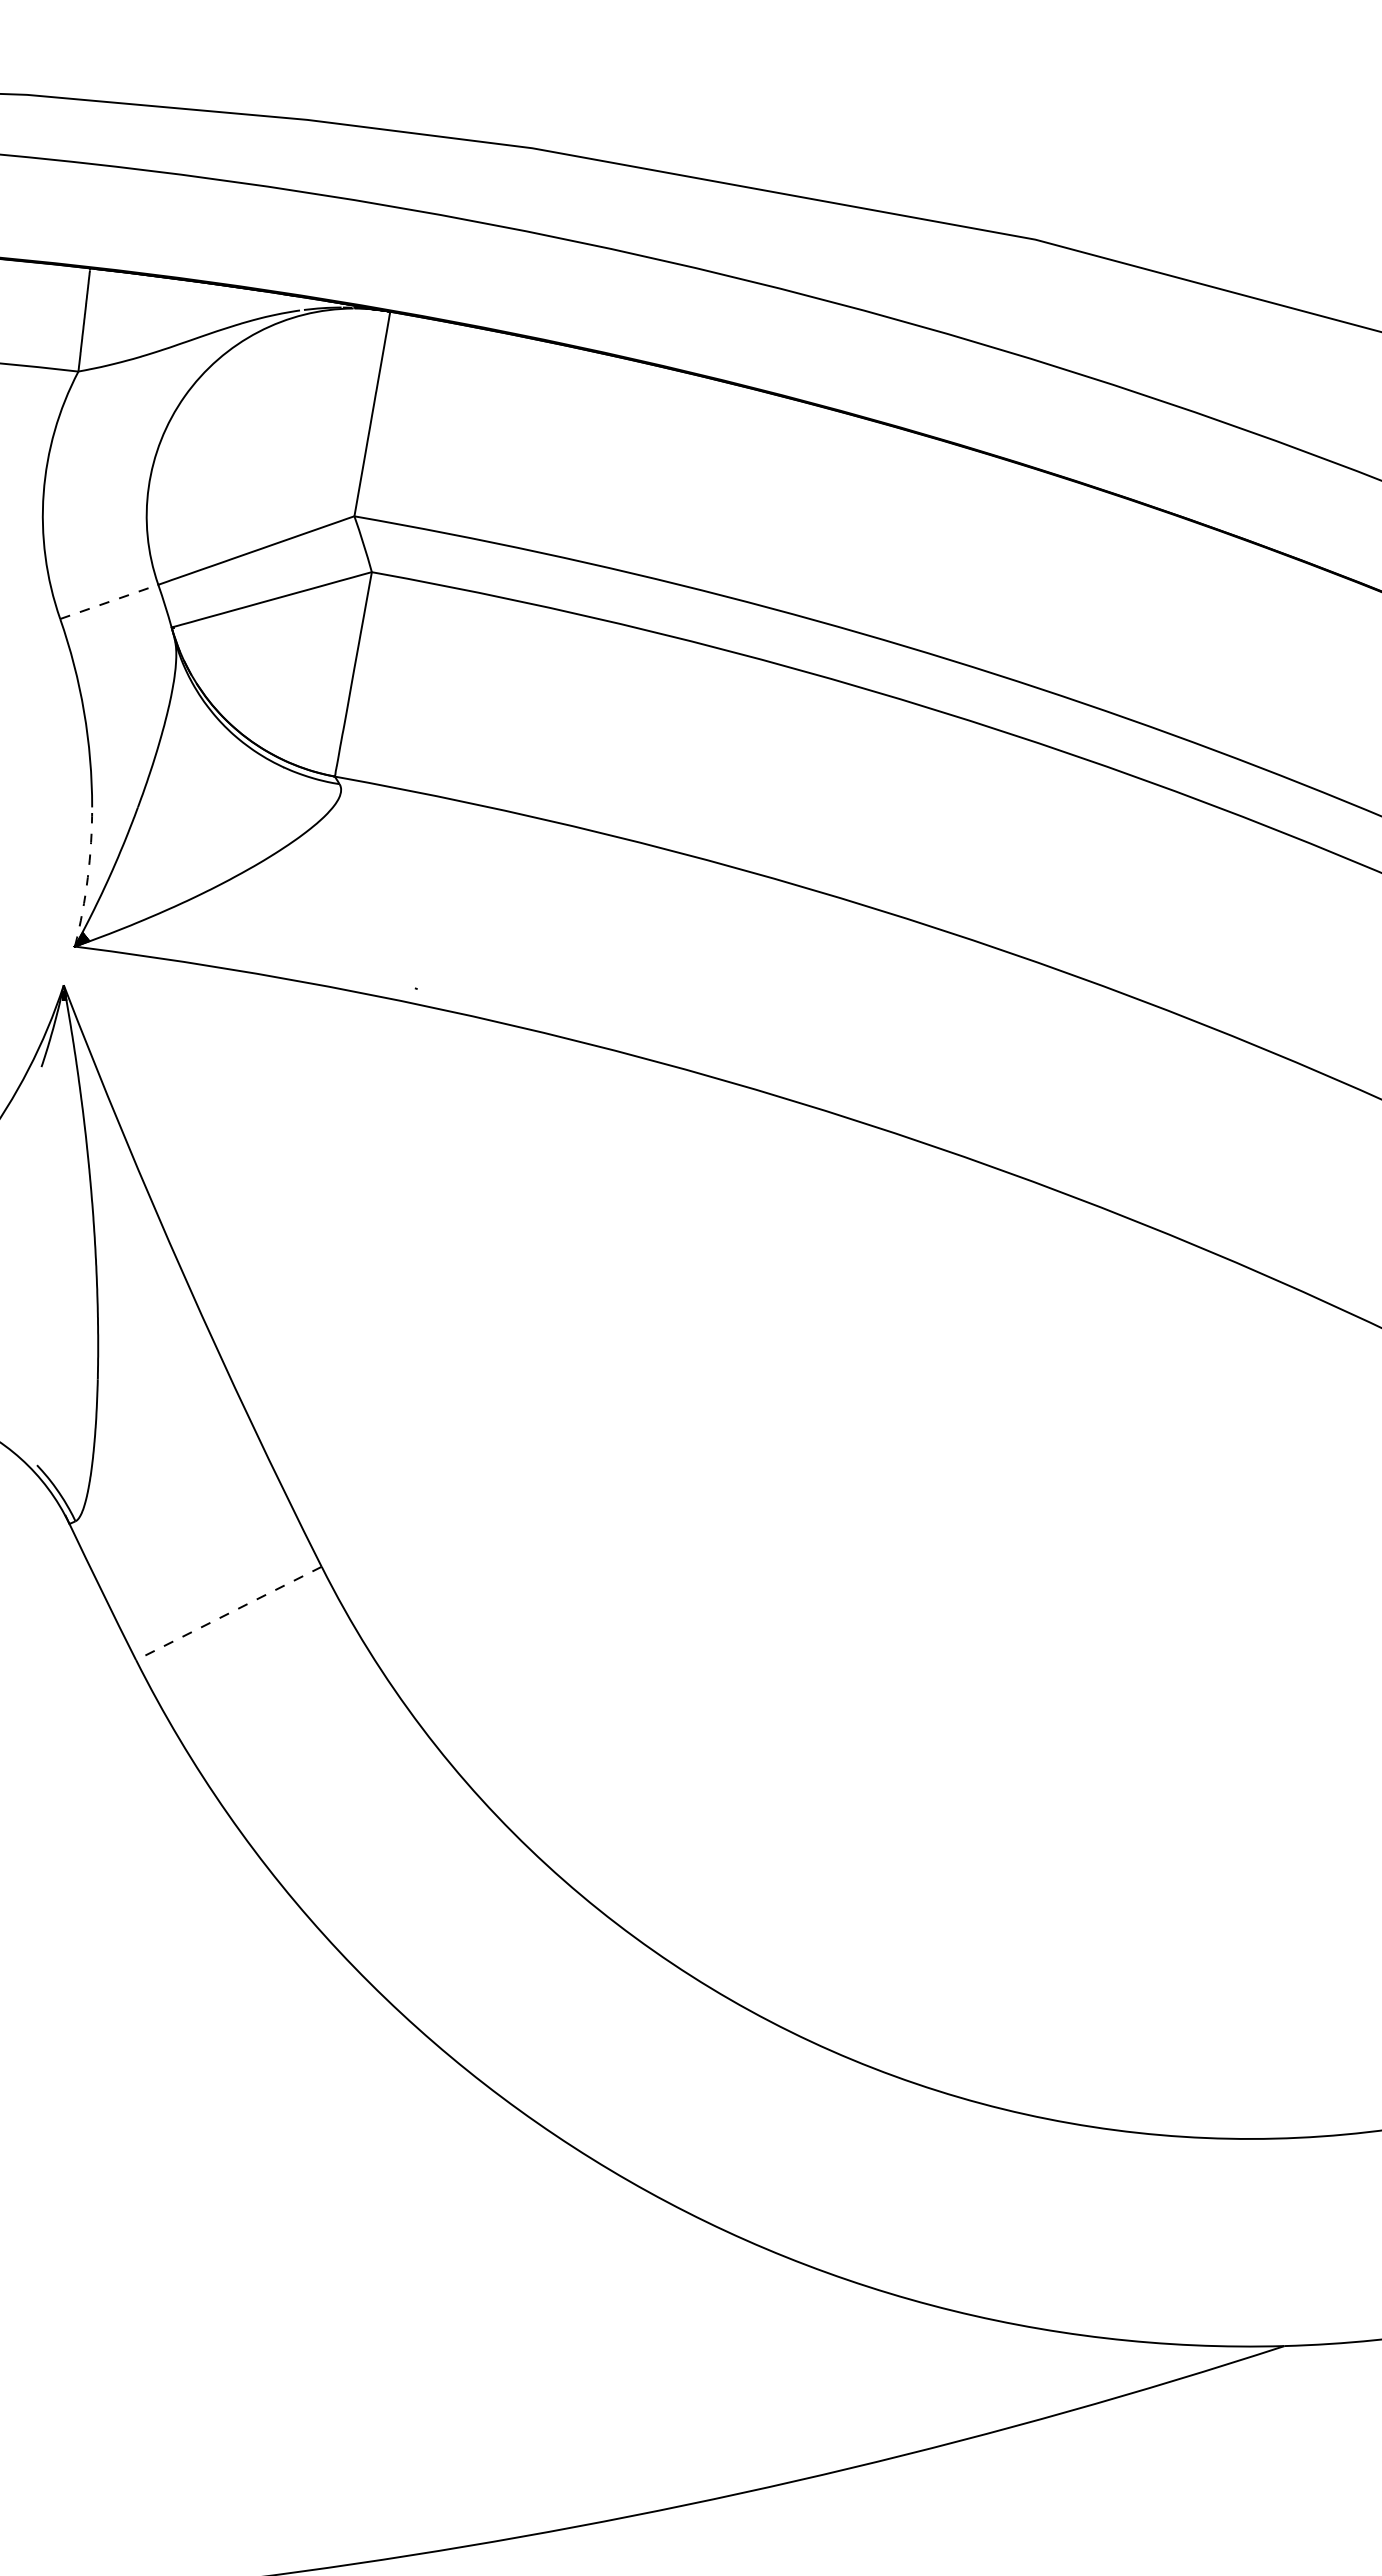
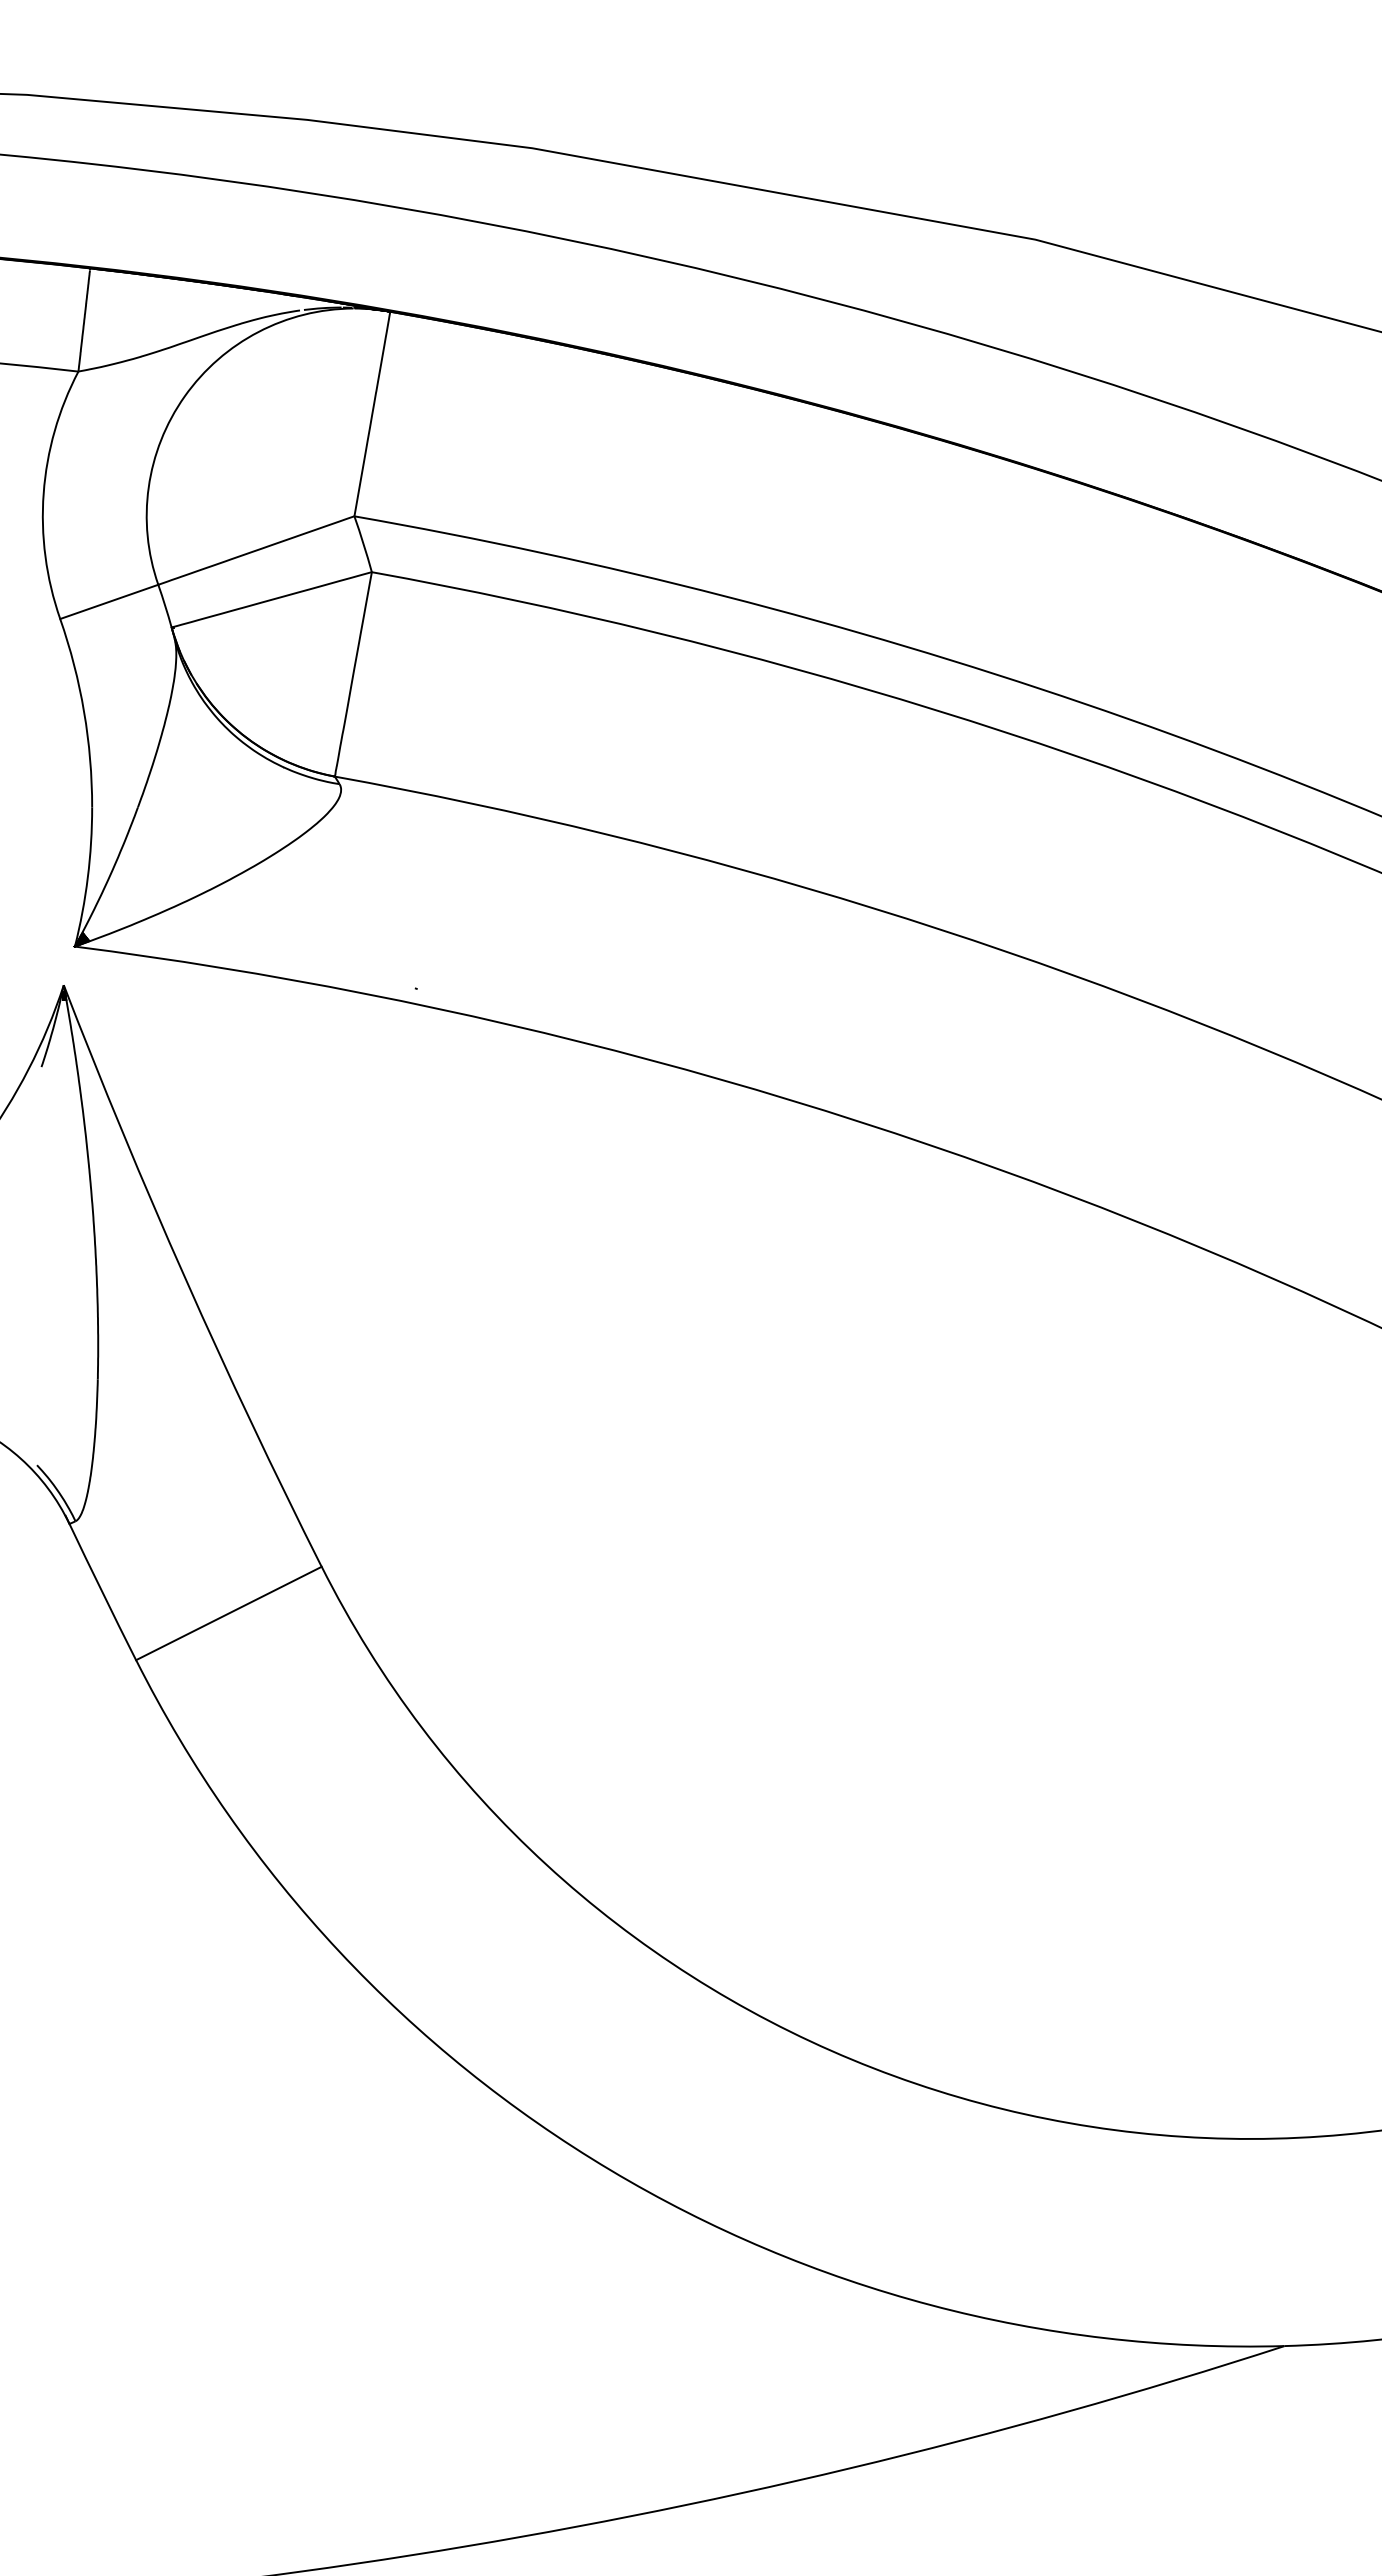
line at (109, 601): dashed -> solid
arc at (87, 877): dashed -> solid
line at (228, 1613): dashed -> solid
